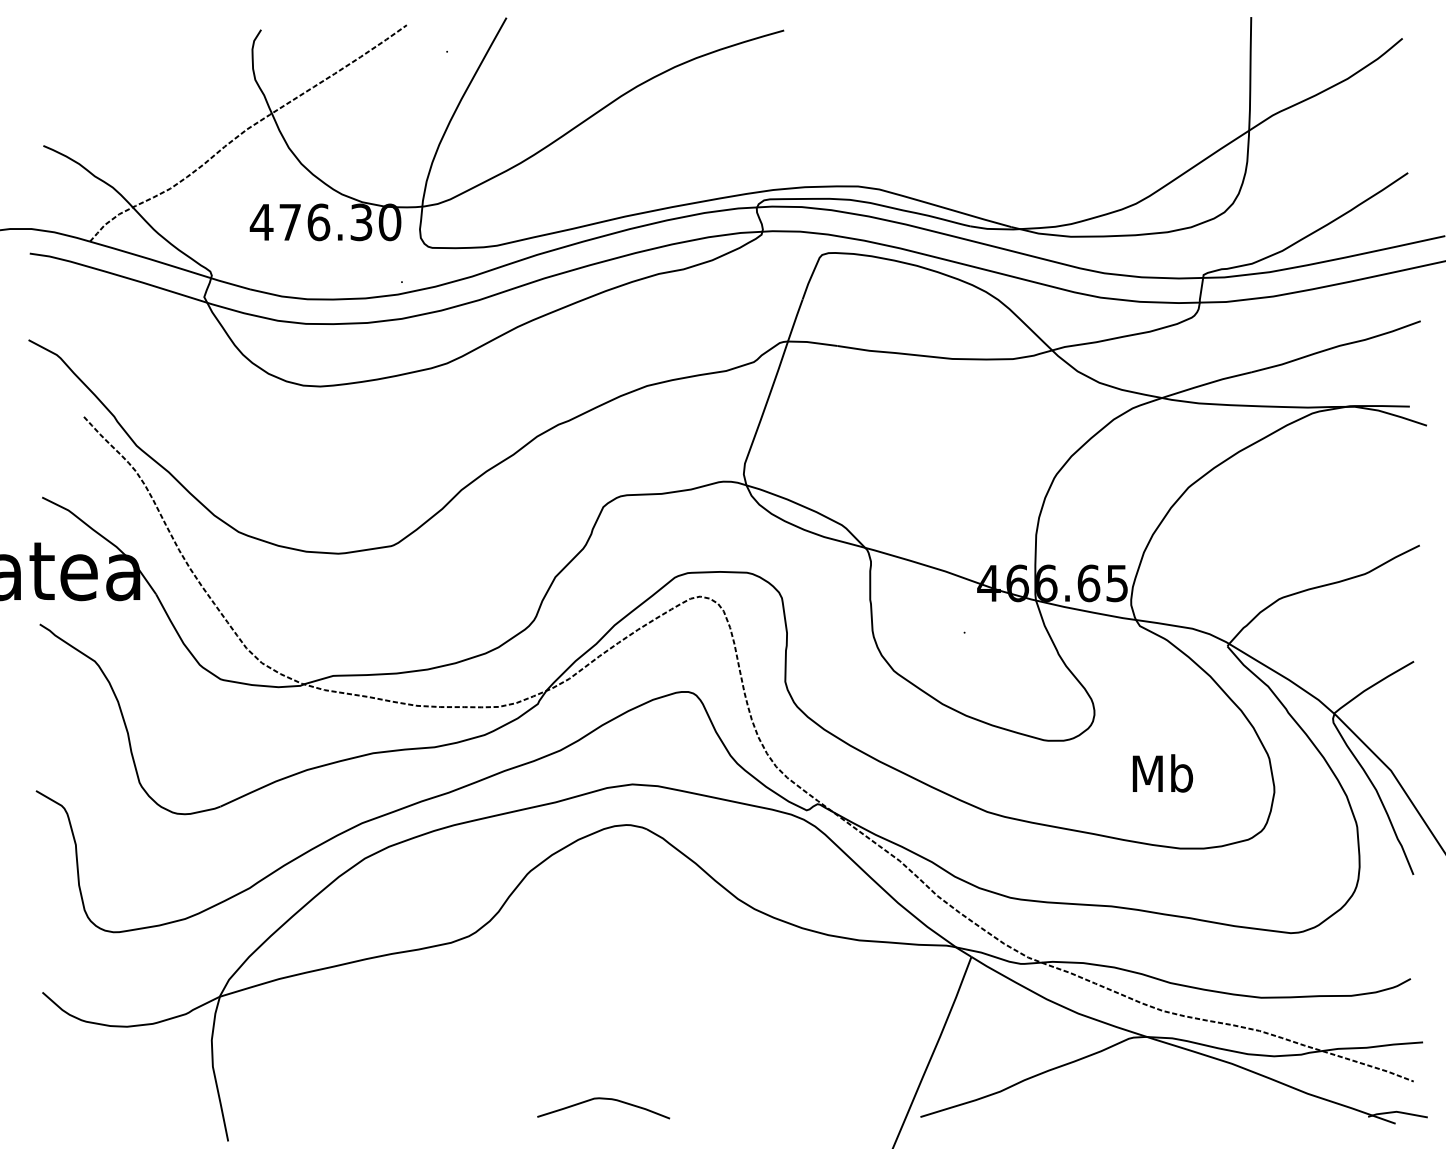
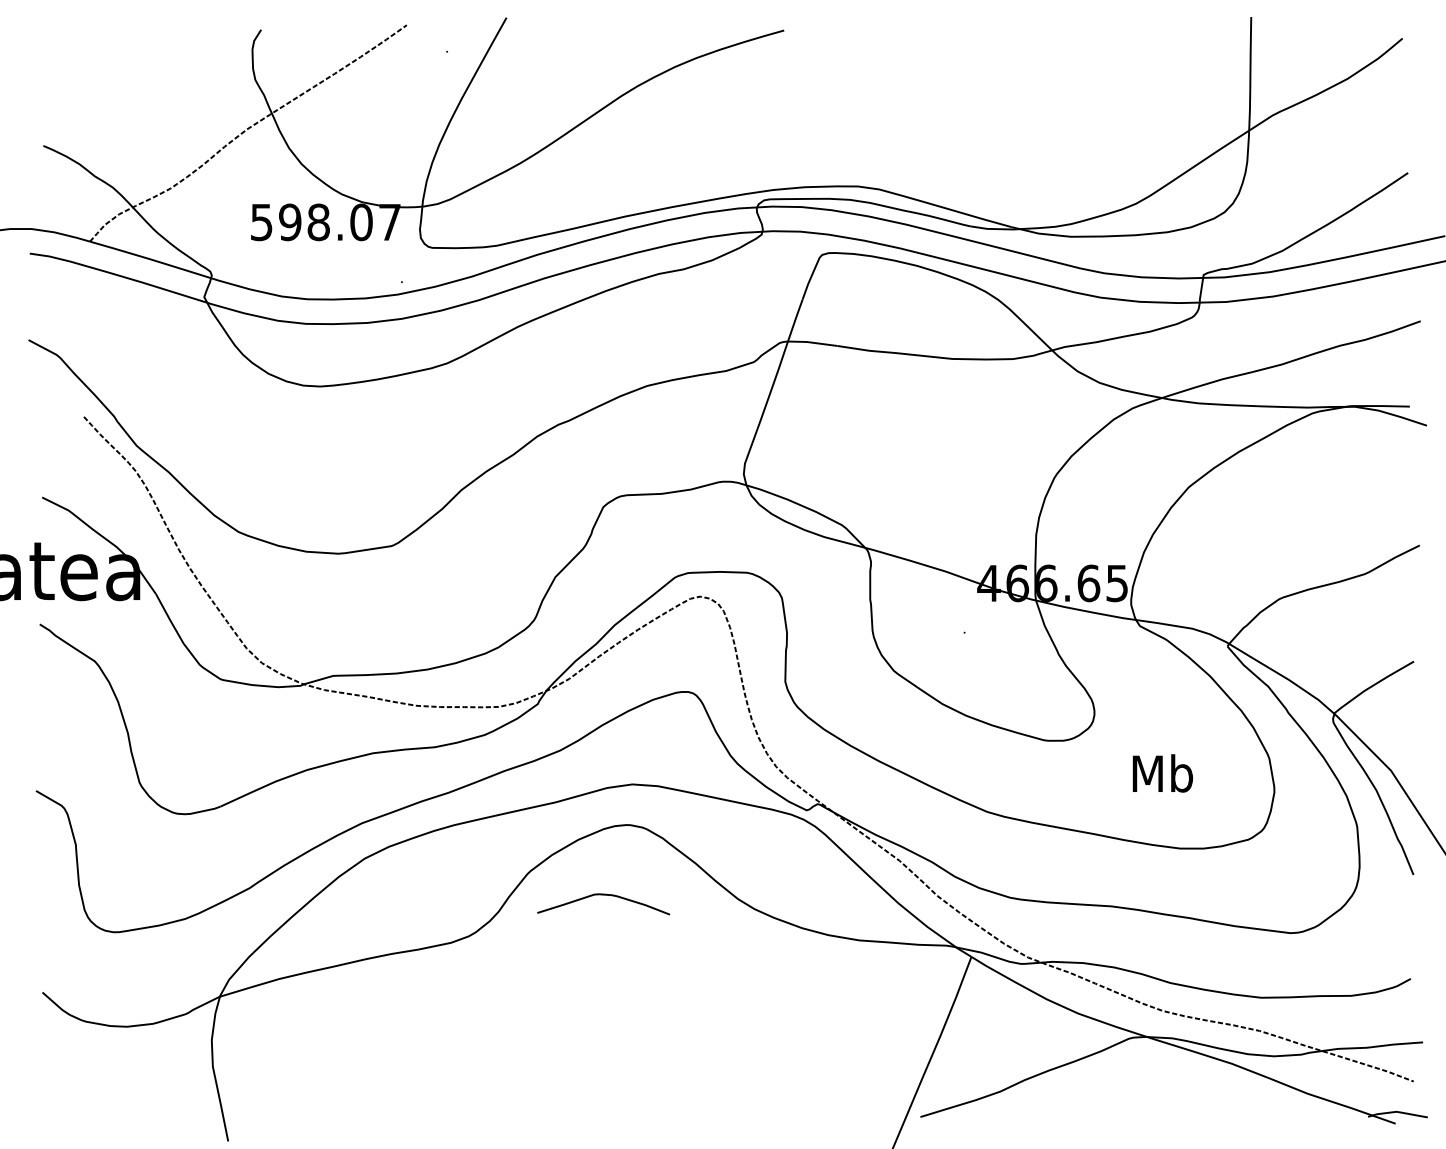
text at (325, 222): 476.30 -> 598.07
curve at (603, 1099) position: (603, 1099) -> (603, 895)
